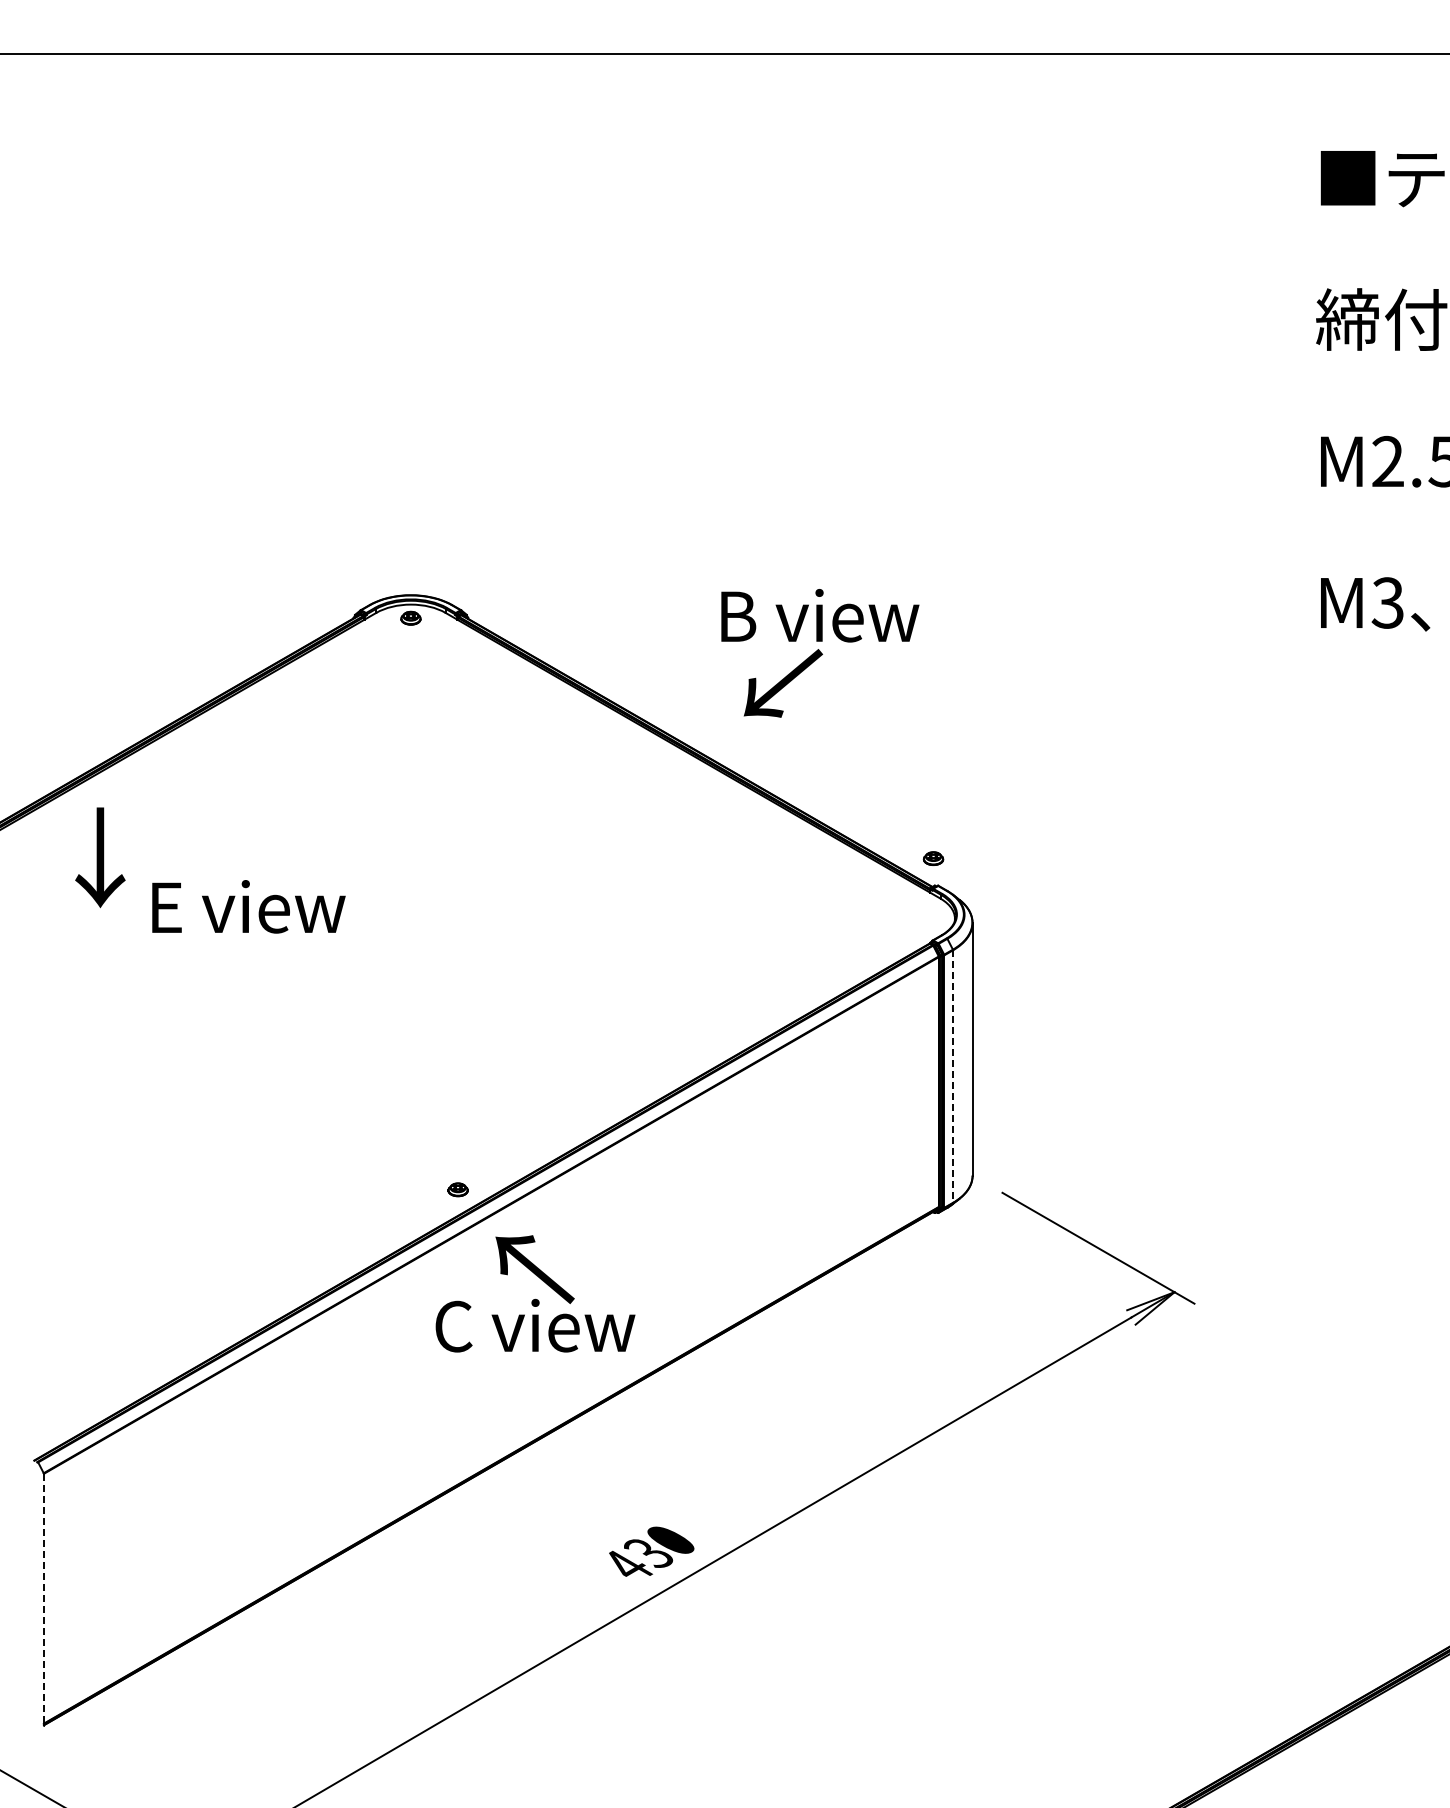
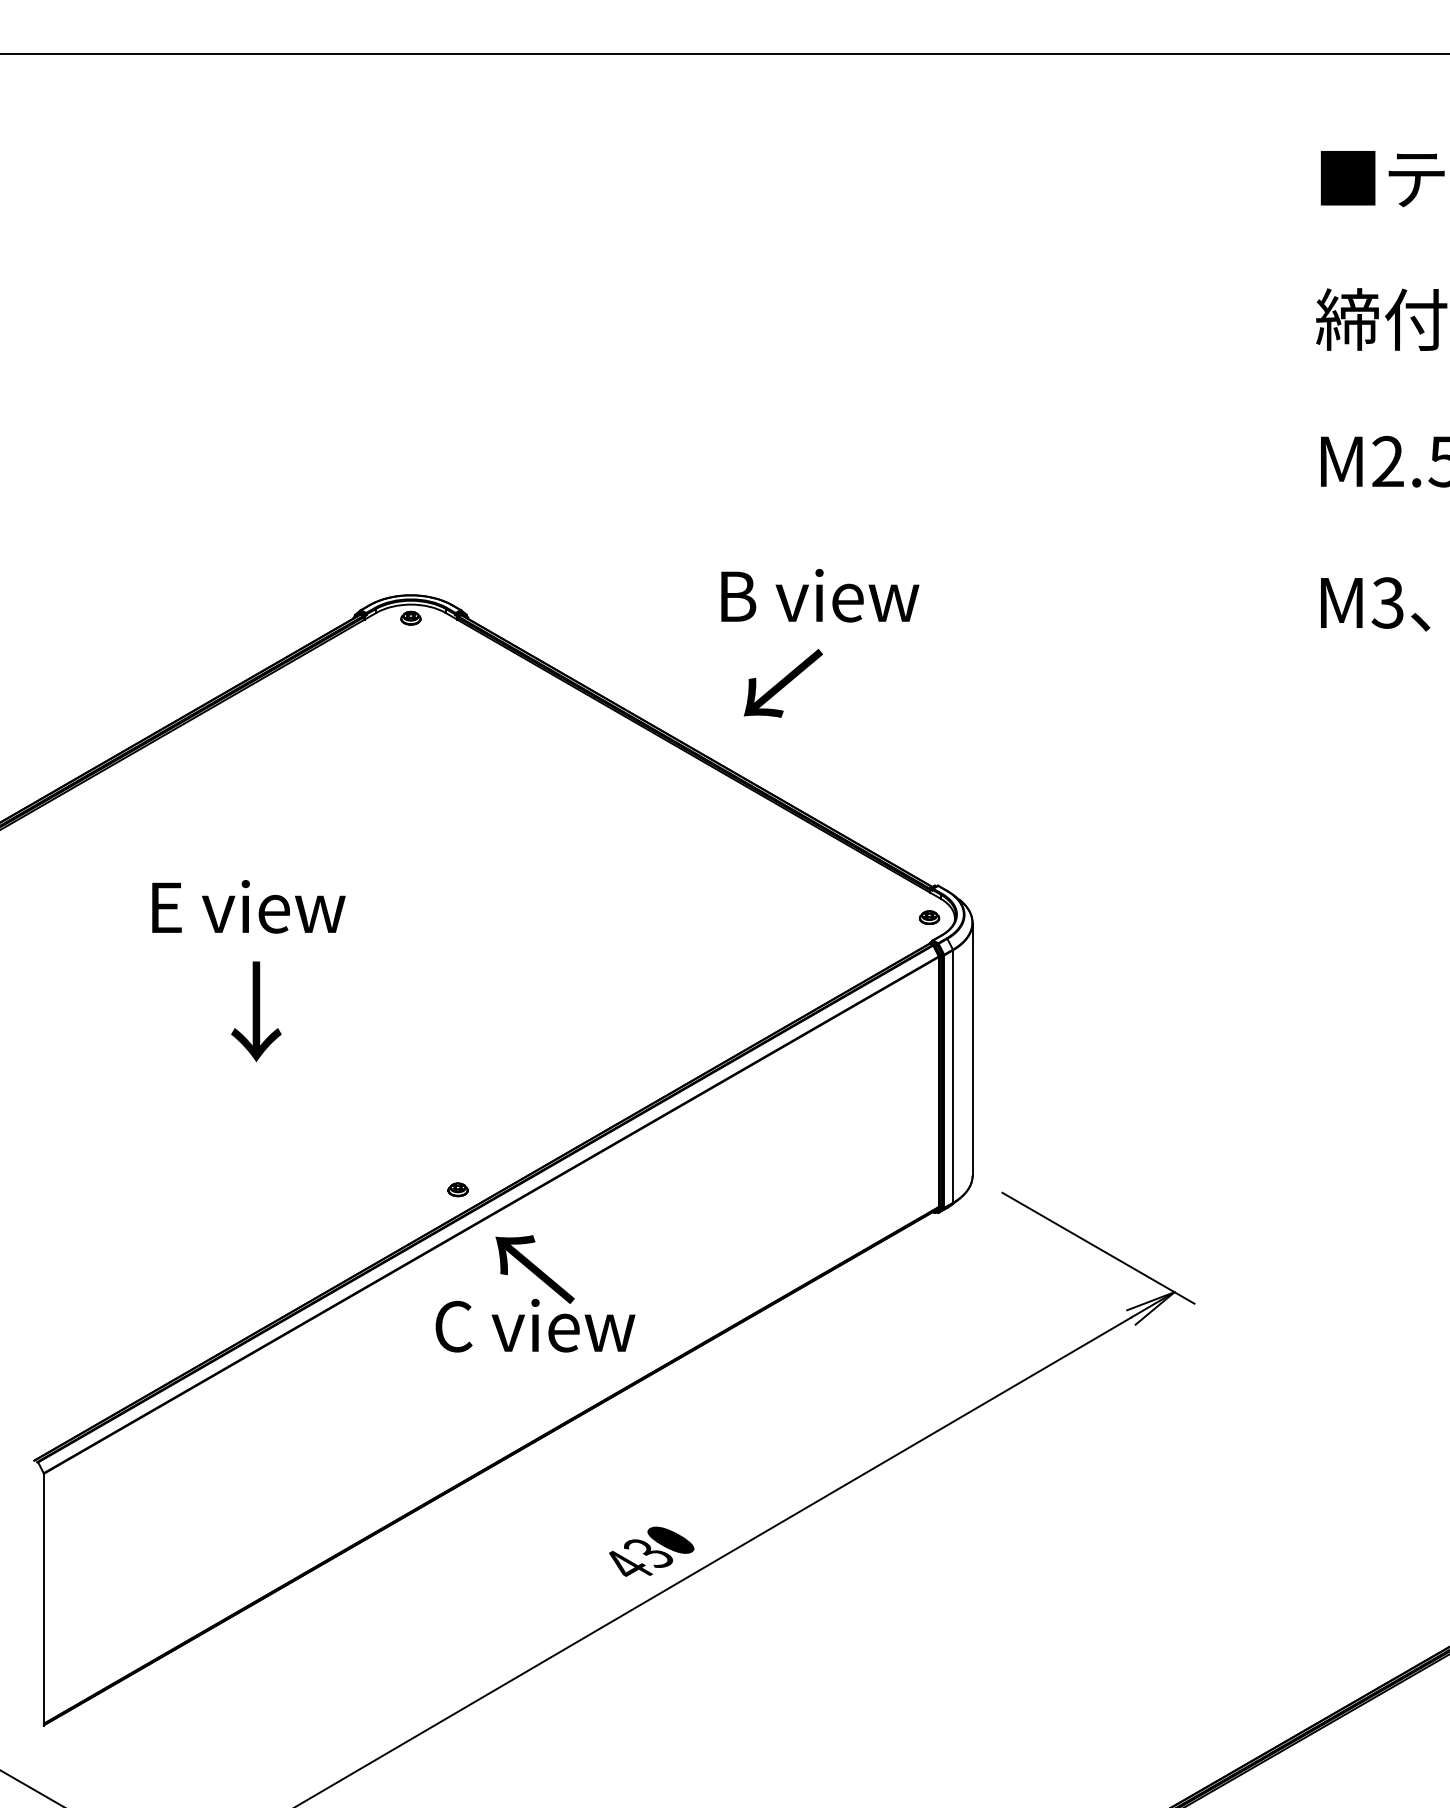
text at (820, 615) position: (820, 615) -> (820, 595)
text at (100, 857) position: (100, 857) -> (256, 1011)
part at (933, 858) position: (933, 858) -> (929, 917)
line at (953, 1077): dashed -> solid
line at (44, 1599): dashed -> solid
